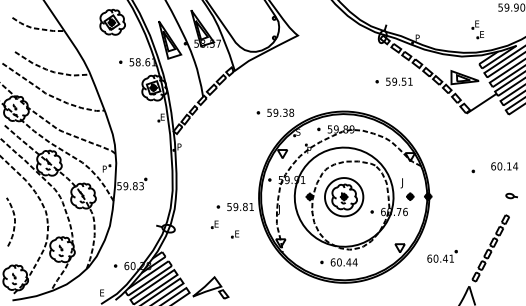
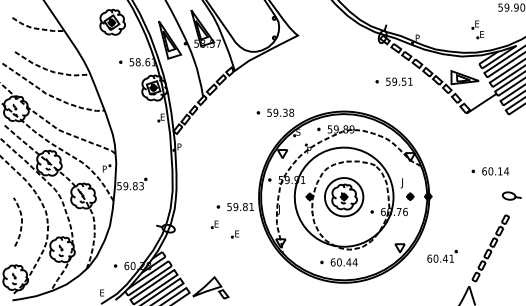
text at (504, 166) position: (504, 166) -> (495, 171)
part at (511, 195) size: 13x8 px -> 21x10 px
curve at (14, 221) position: (14, 221) -> (21, 221)
